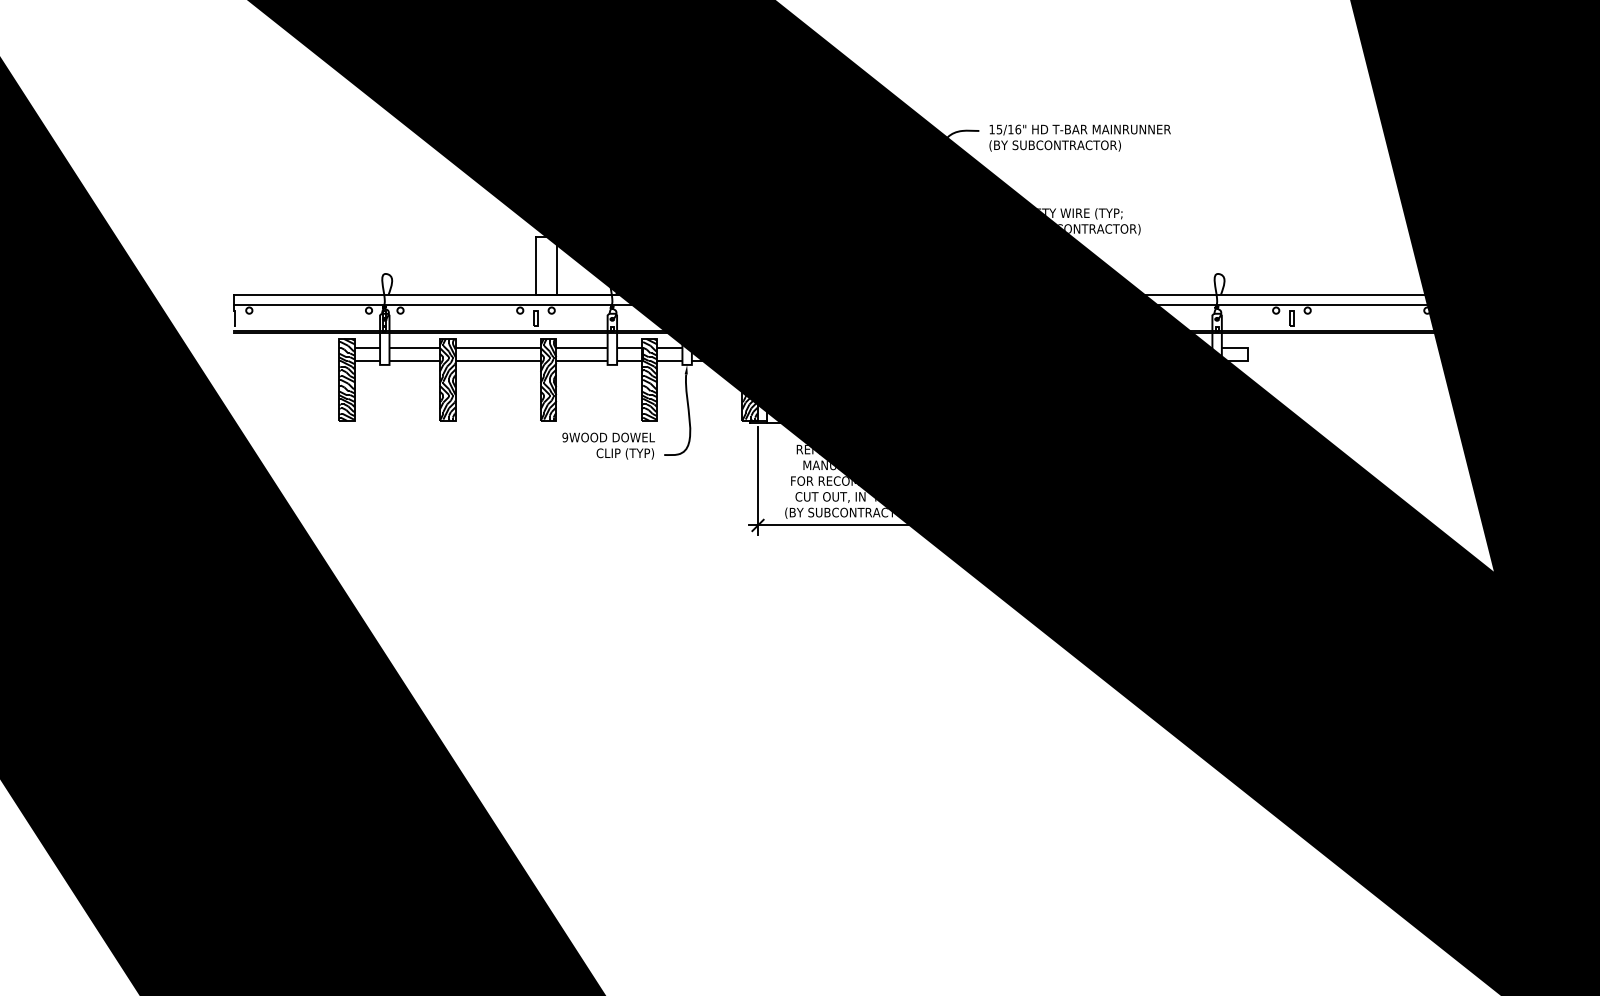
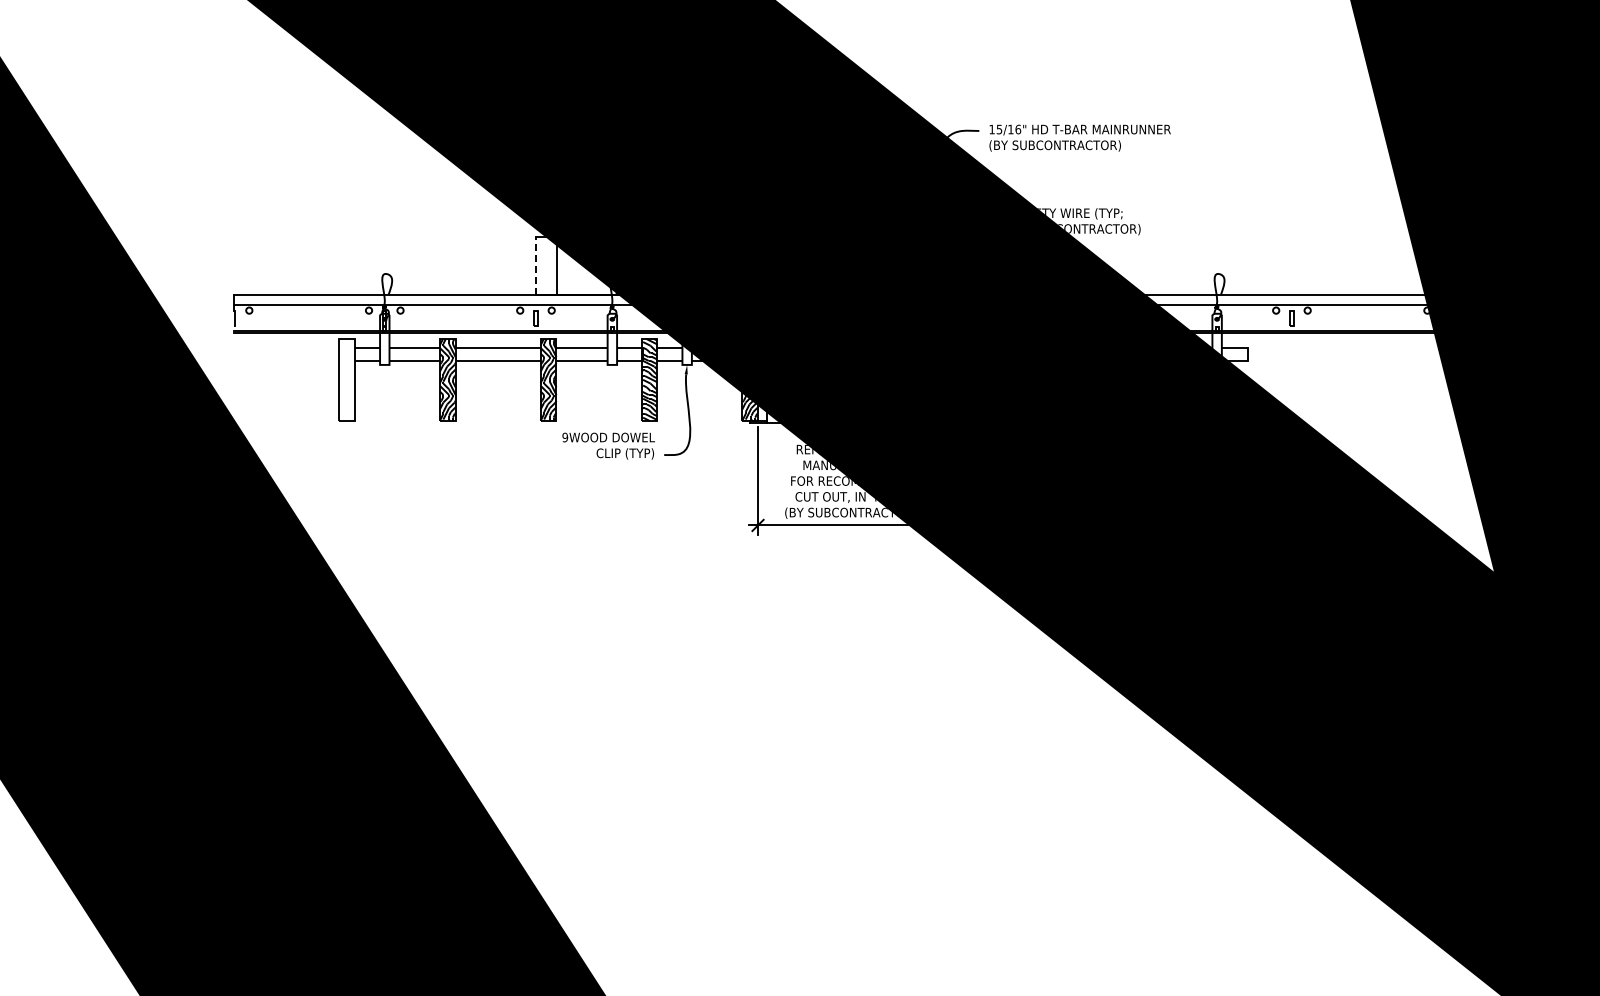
line at (536, 265): solid -> dashed
hatch at (346, 379): present -> none
